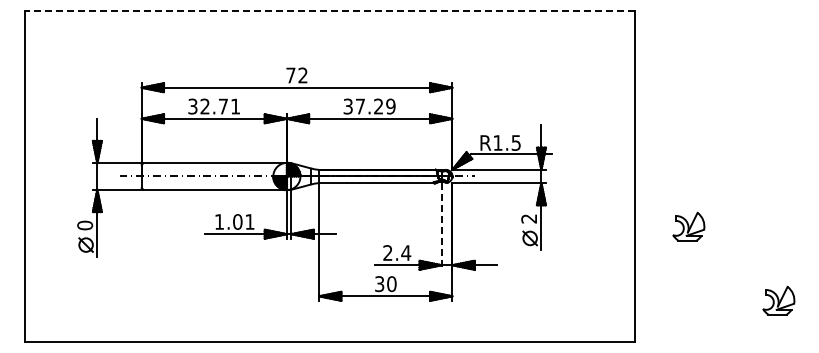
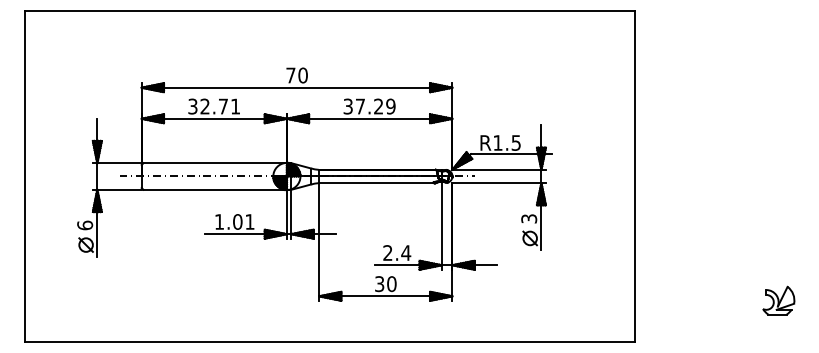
line at (329, 10): dashed -> solid
text at (302, 75): 72 -> 70
text at (529, 218): 2 -> 3
text at (84, 225): 0 -> 6
line at (441, 226): dashed -> solid
part at (688, 226): present -> none
